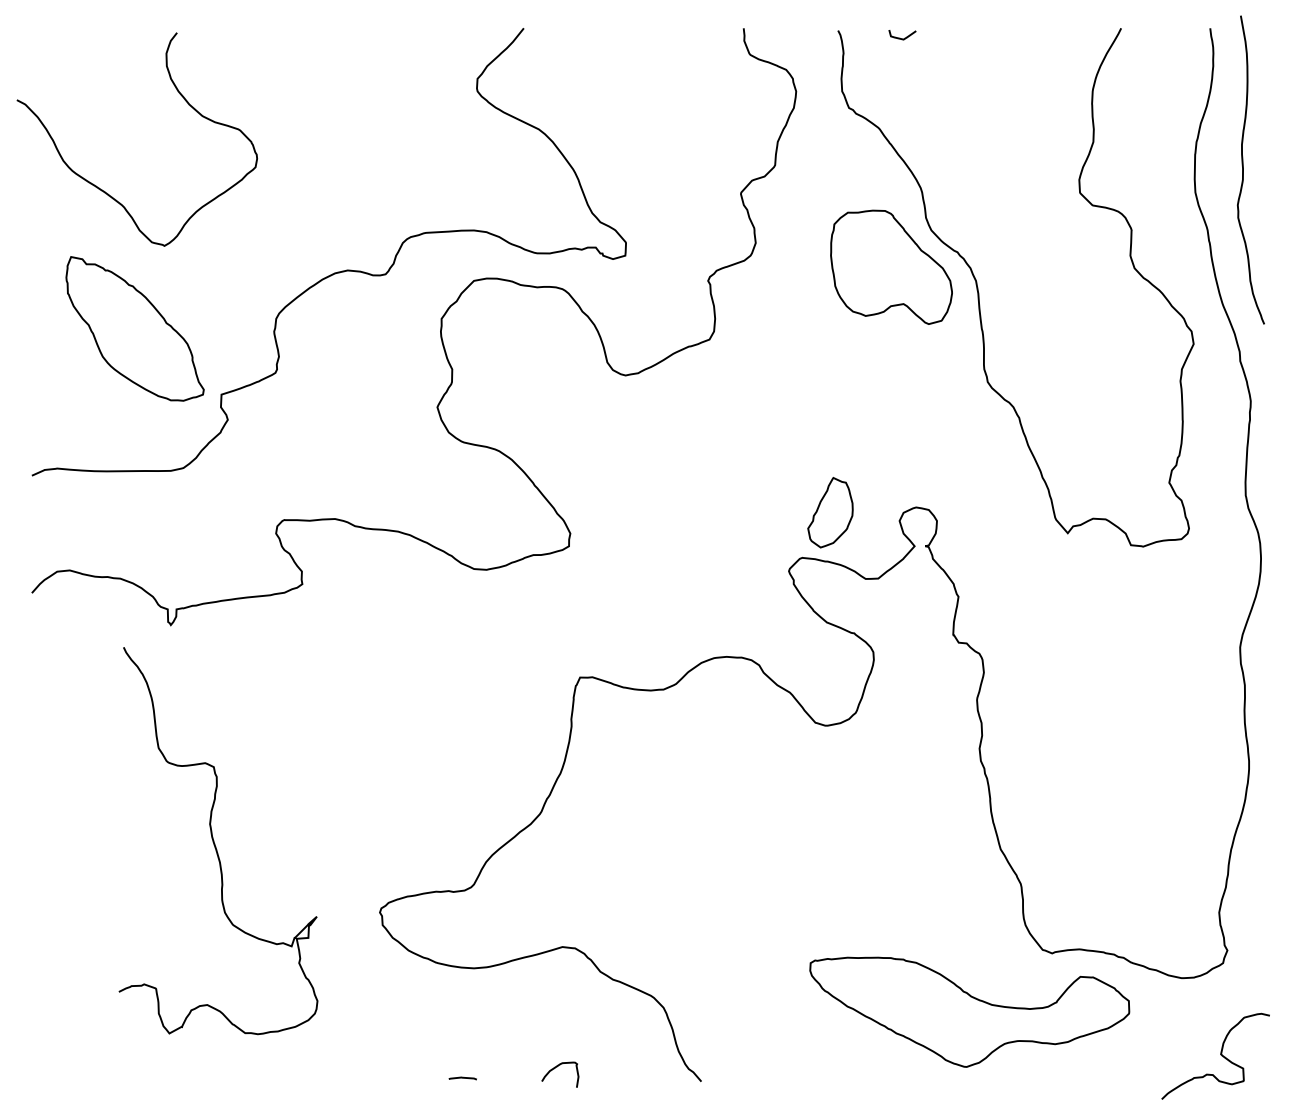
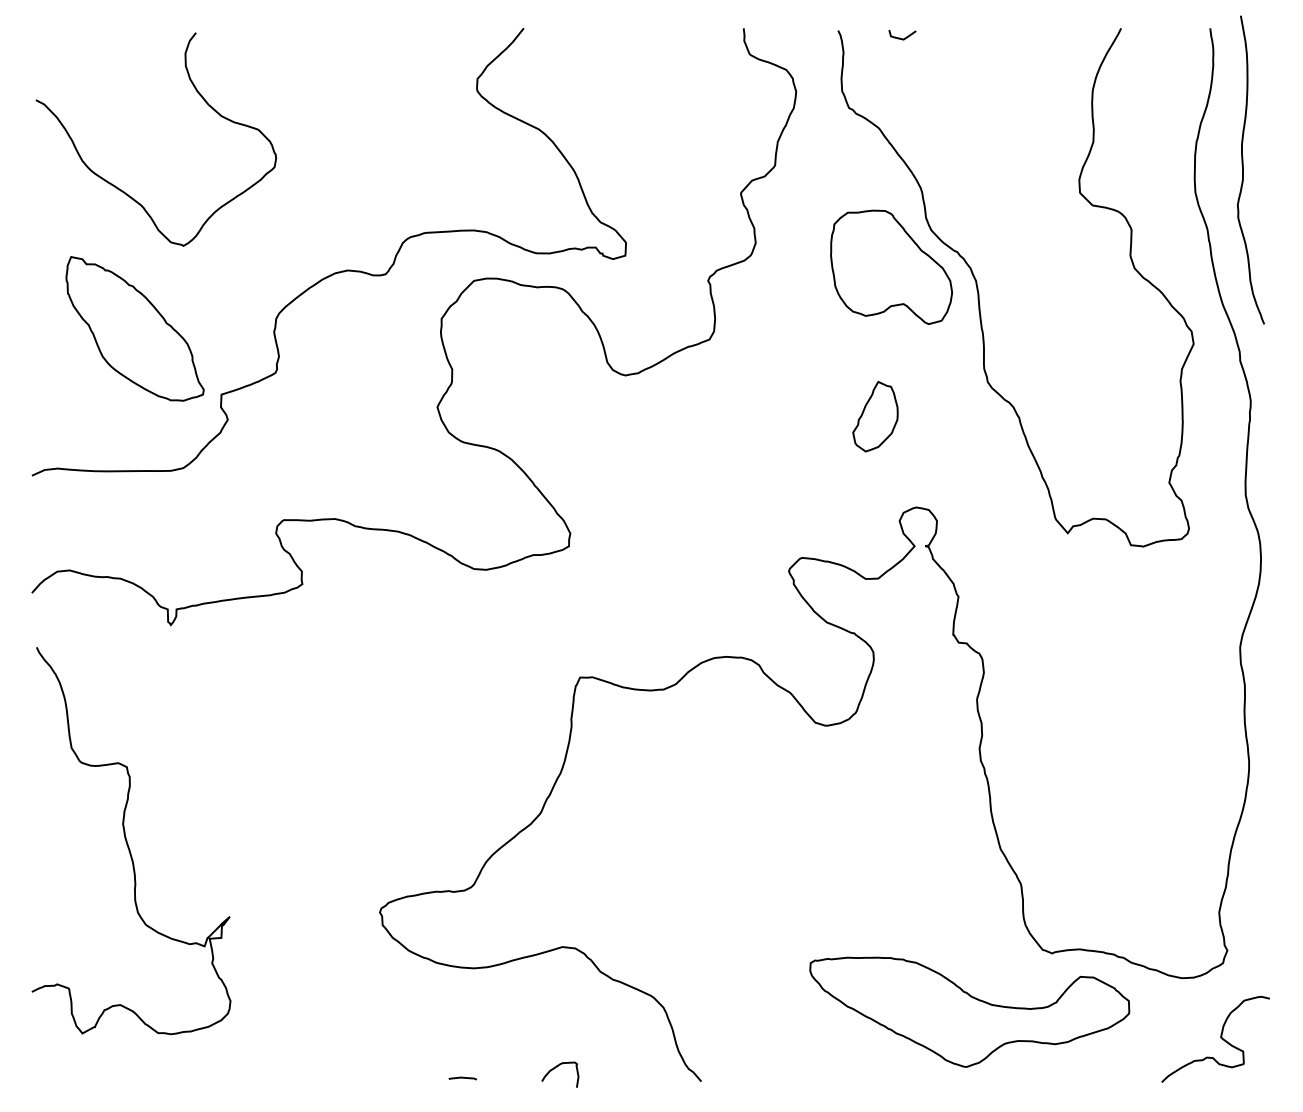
curve at (104, 190) position: (104, 190) -> (123, 190)
part at (830, 512) position: (830, 512) -> (875, 416)
curve at (215, 843) position: (215, 843) -> (128, 843)
curve at (1220, 1055) position: (1220, 1055) -> (1220, 1038)
